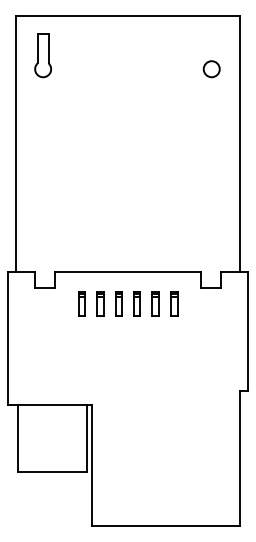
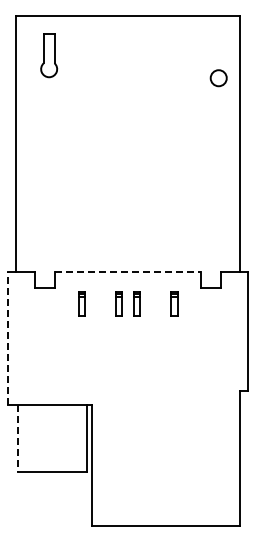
part at (43, 55) position: (43, 55) -> (49, 55)
circle at (211, 69) position: (211, 69) -> (218, 78)
line at (128, 272): solid -> dashed
part at (100, 303): present -> none
part at (155, 303): present -> none
line at (7, 337): solid -> dashed
line at (18, 438): solid -> dashed
